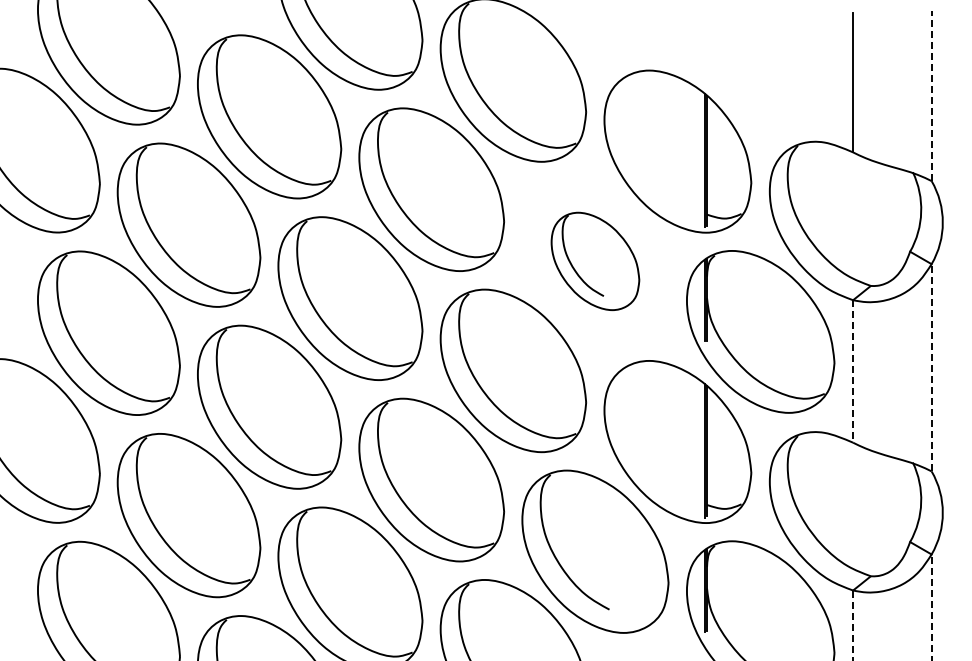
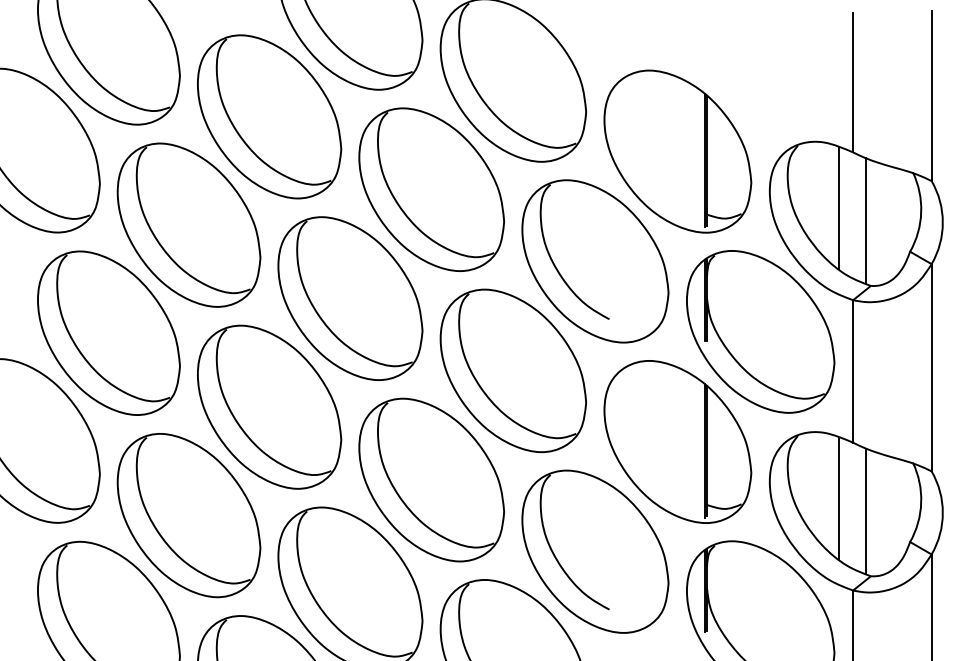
line at (931, 95): dashed -> solid
line at (839, 207): none -> present
line at (866, 220): none -> present
part at (595, 260) size: 91x100 px -> 149x165 px
line at (931, 367): dashed -> solid
line at (853, 371): dashed -> solid
line at (839, 498): none -> present
line at (866, 511): none -> present
line at (931, 607): dashed -> solid
line at (853, 625): dashed -> solid
